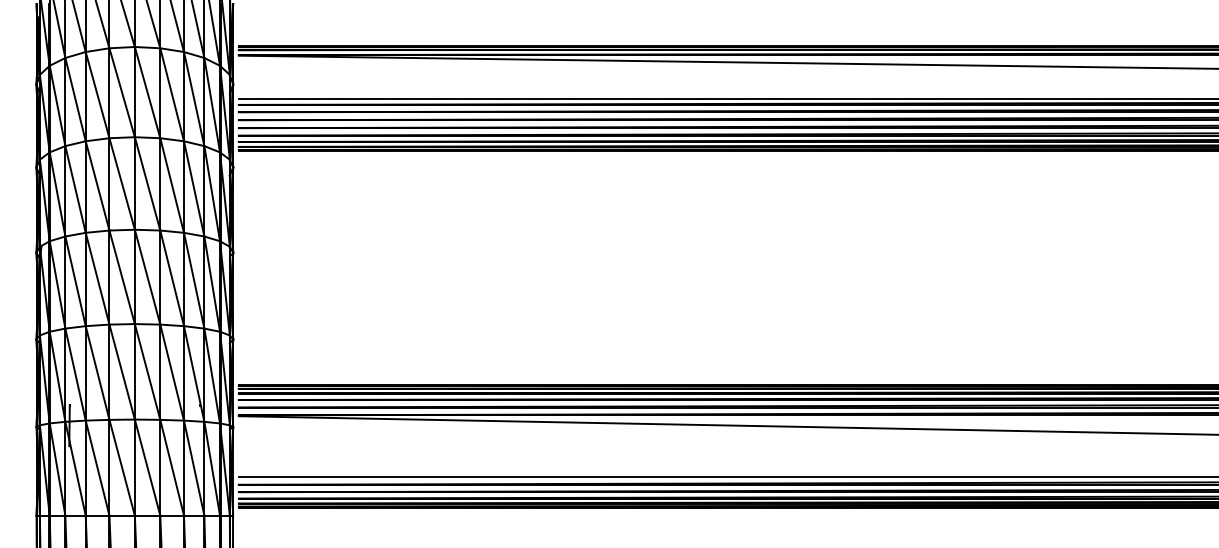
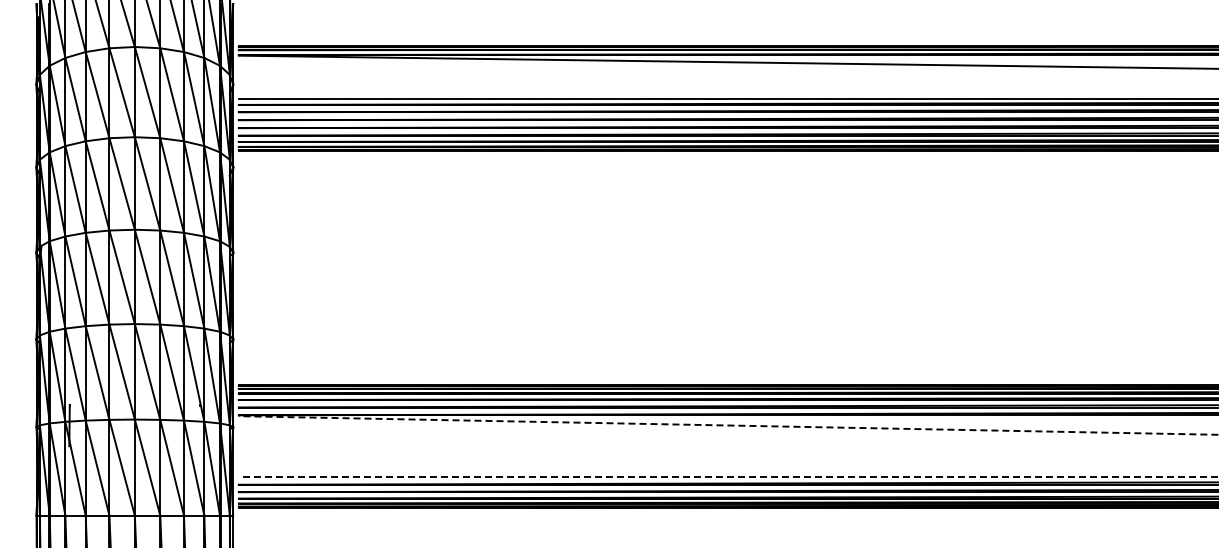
line at (728, 425): solid -> dashed
line at (728, 476): solid -> dashed
